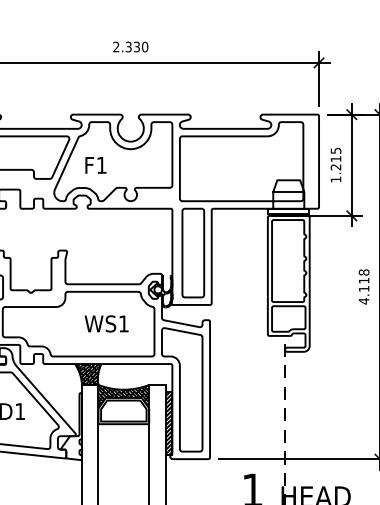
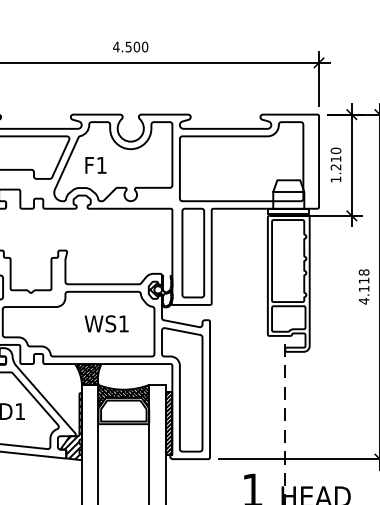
text at (126, 46): 2.330 -> 4.500
text at (335, 150): 1.215 -> 1.210
hatch at (73, 426): none -> present
